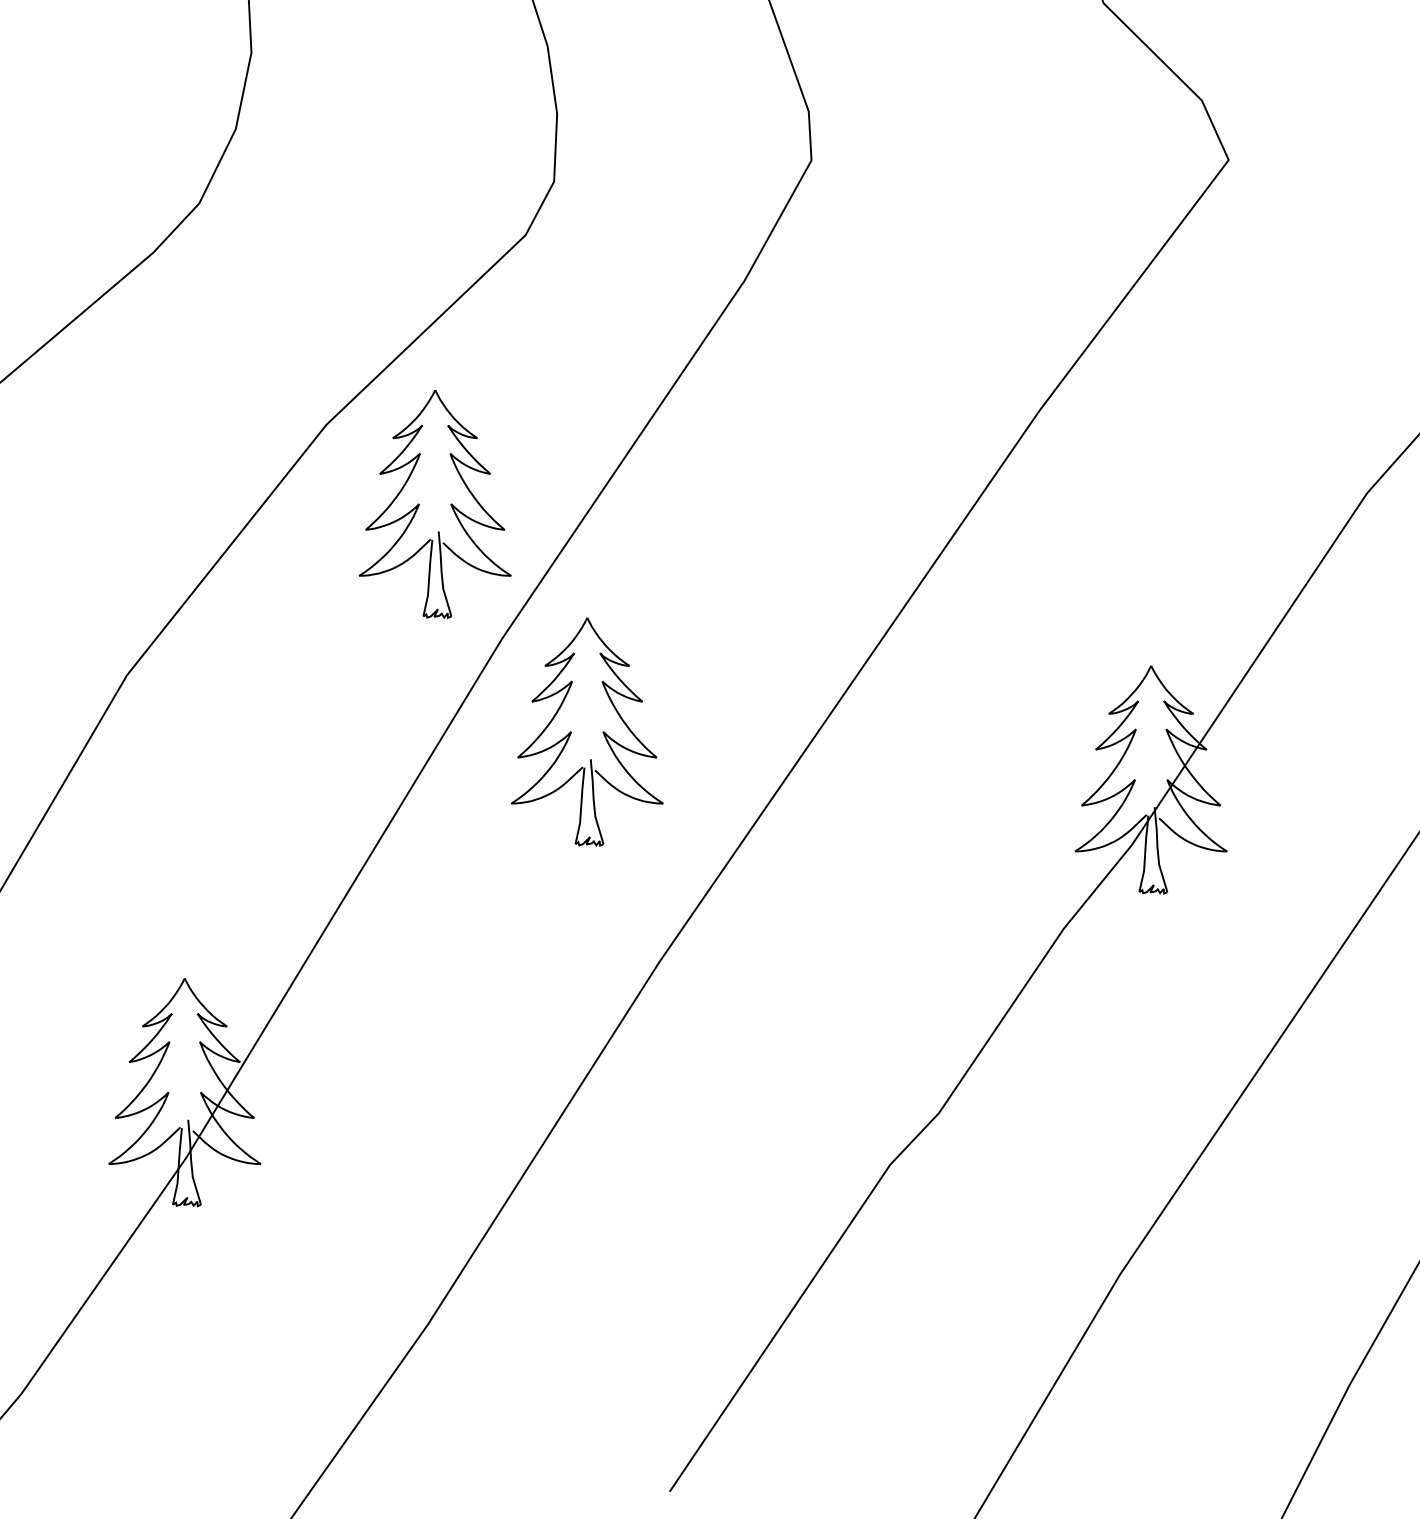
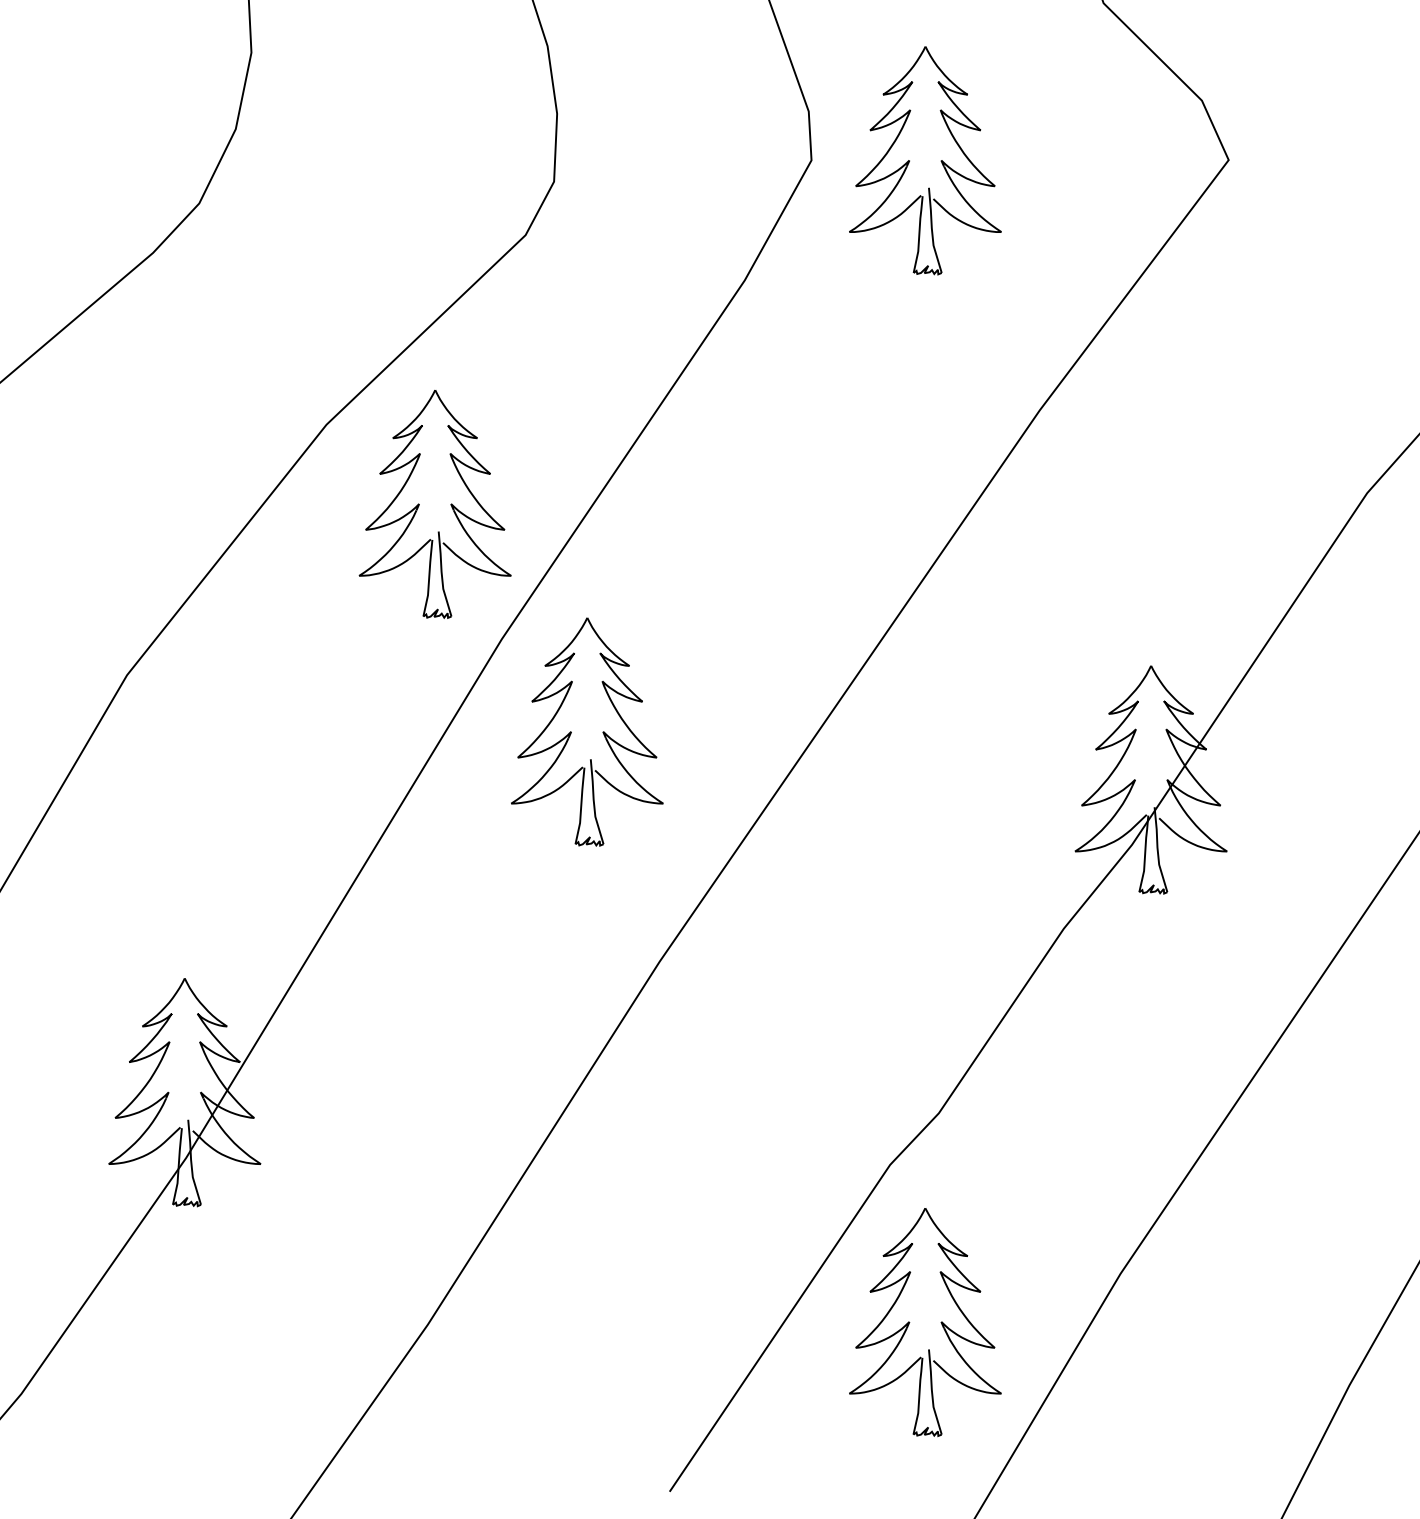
part at (940, 160): none -> present
part at (910, 1322): none -> present
